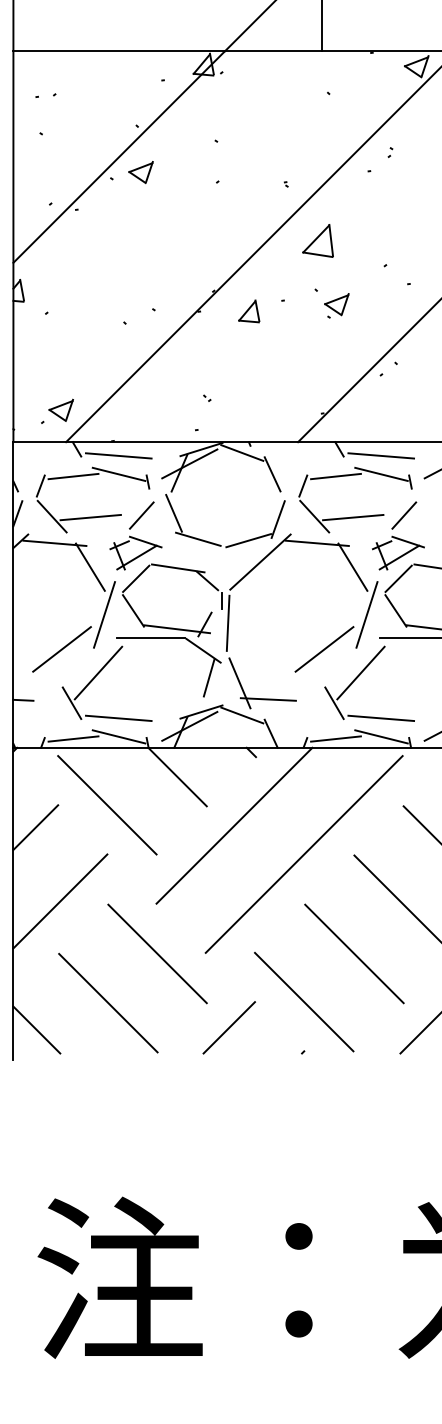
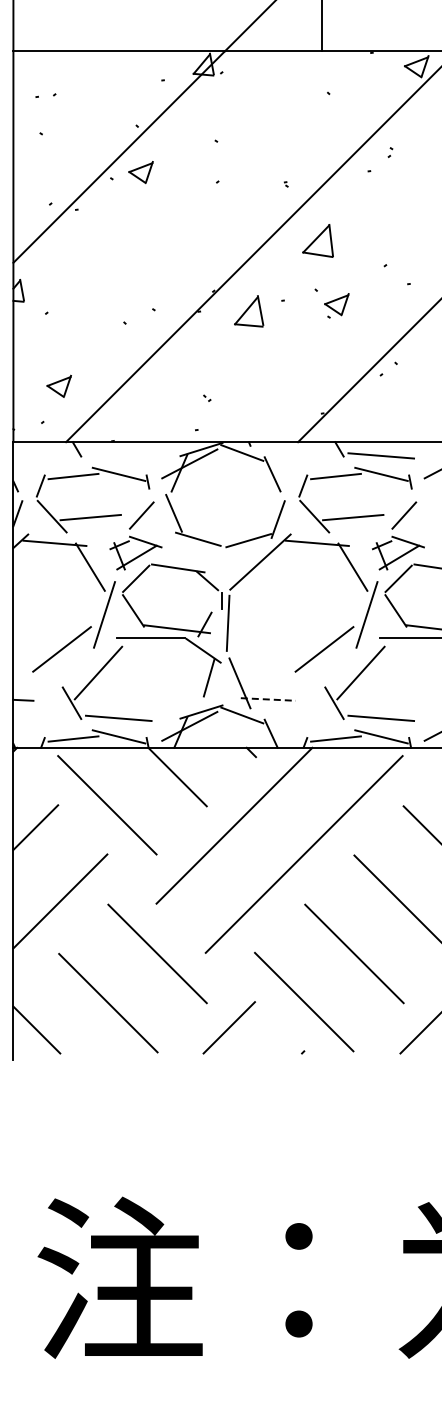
part at (249, 311) size: 23x25 px -> 31x33 px
part at (60, 409) position: (60, 409) -> (58, 385)
line at (118, 455): present -> none
line at (268, 699): solid -> dashed
